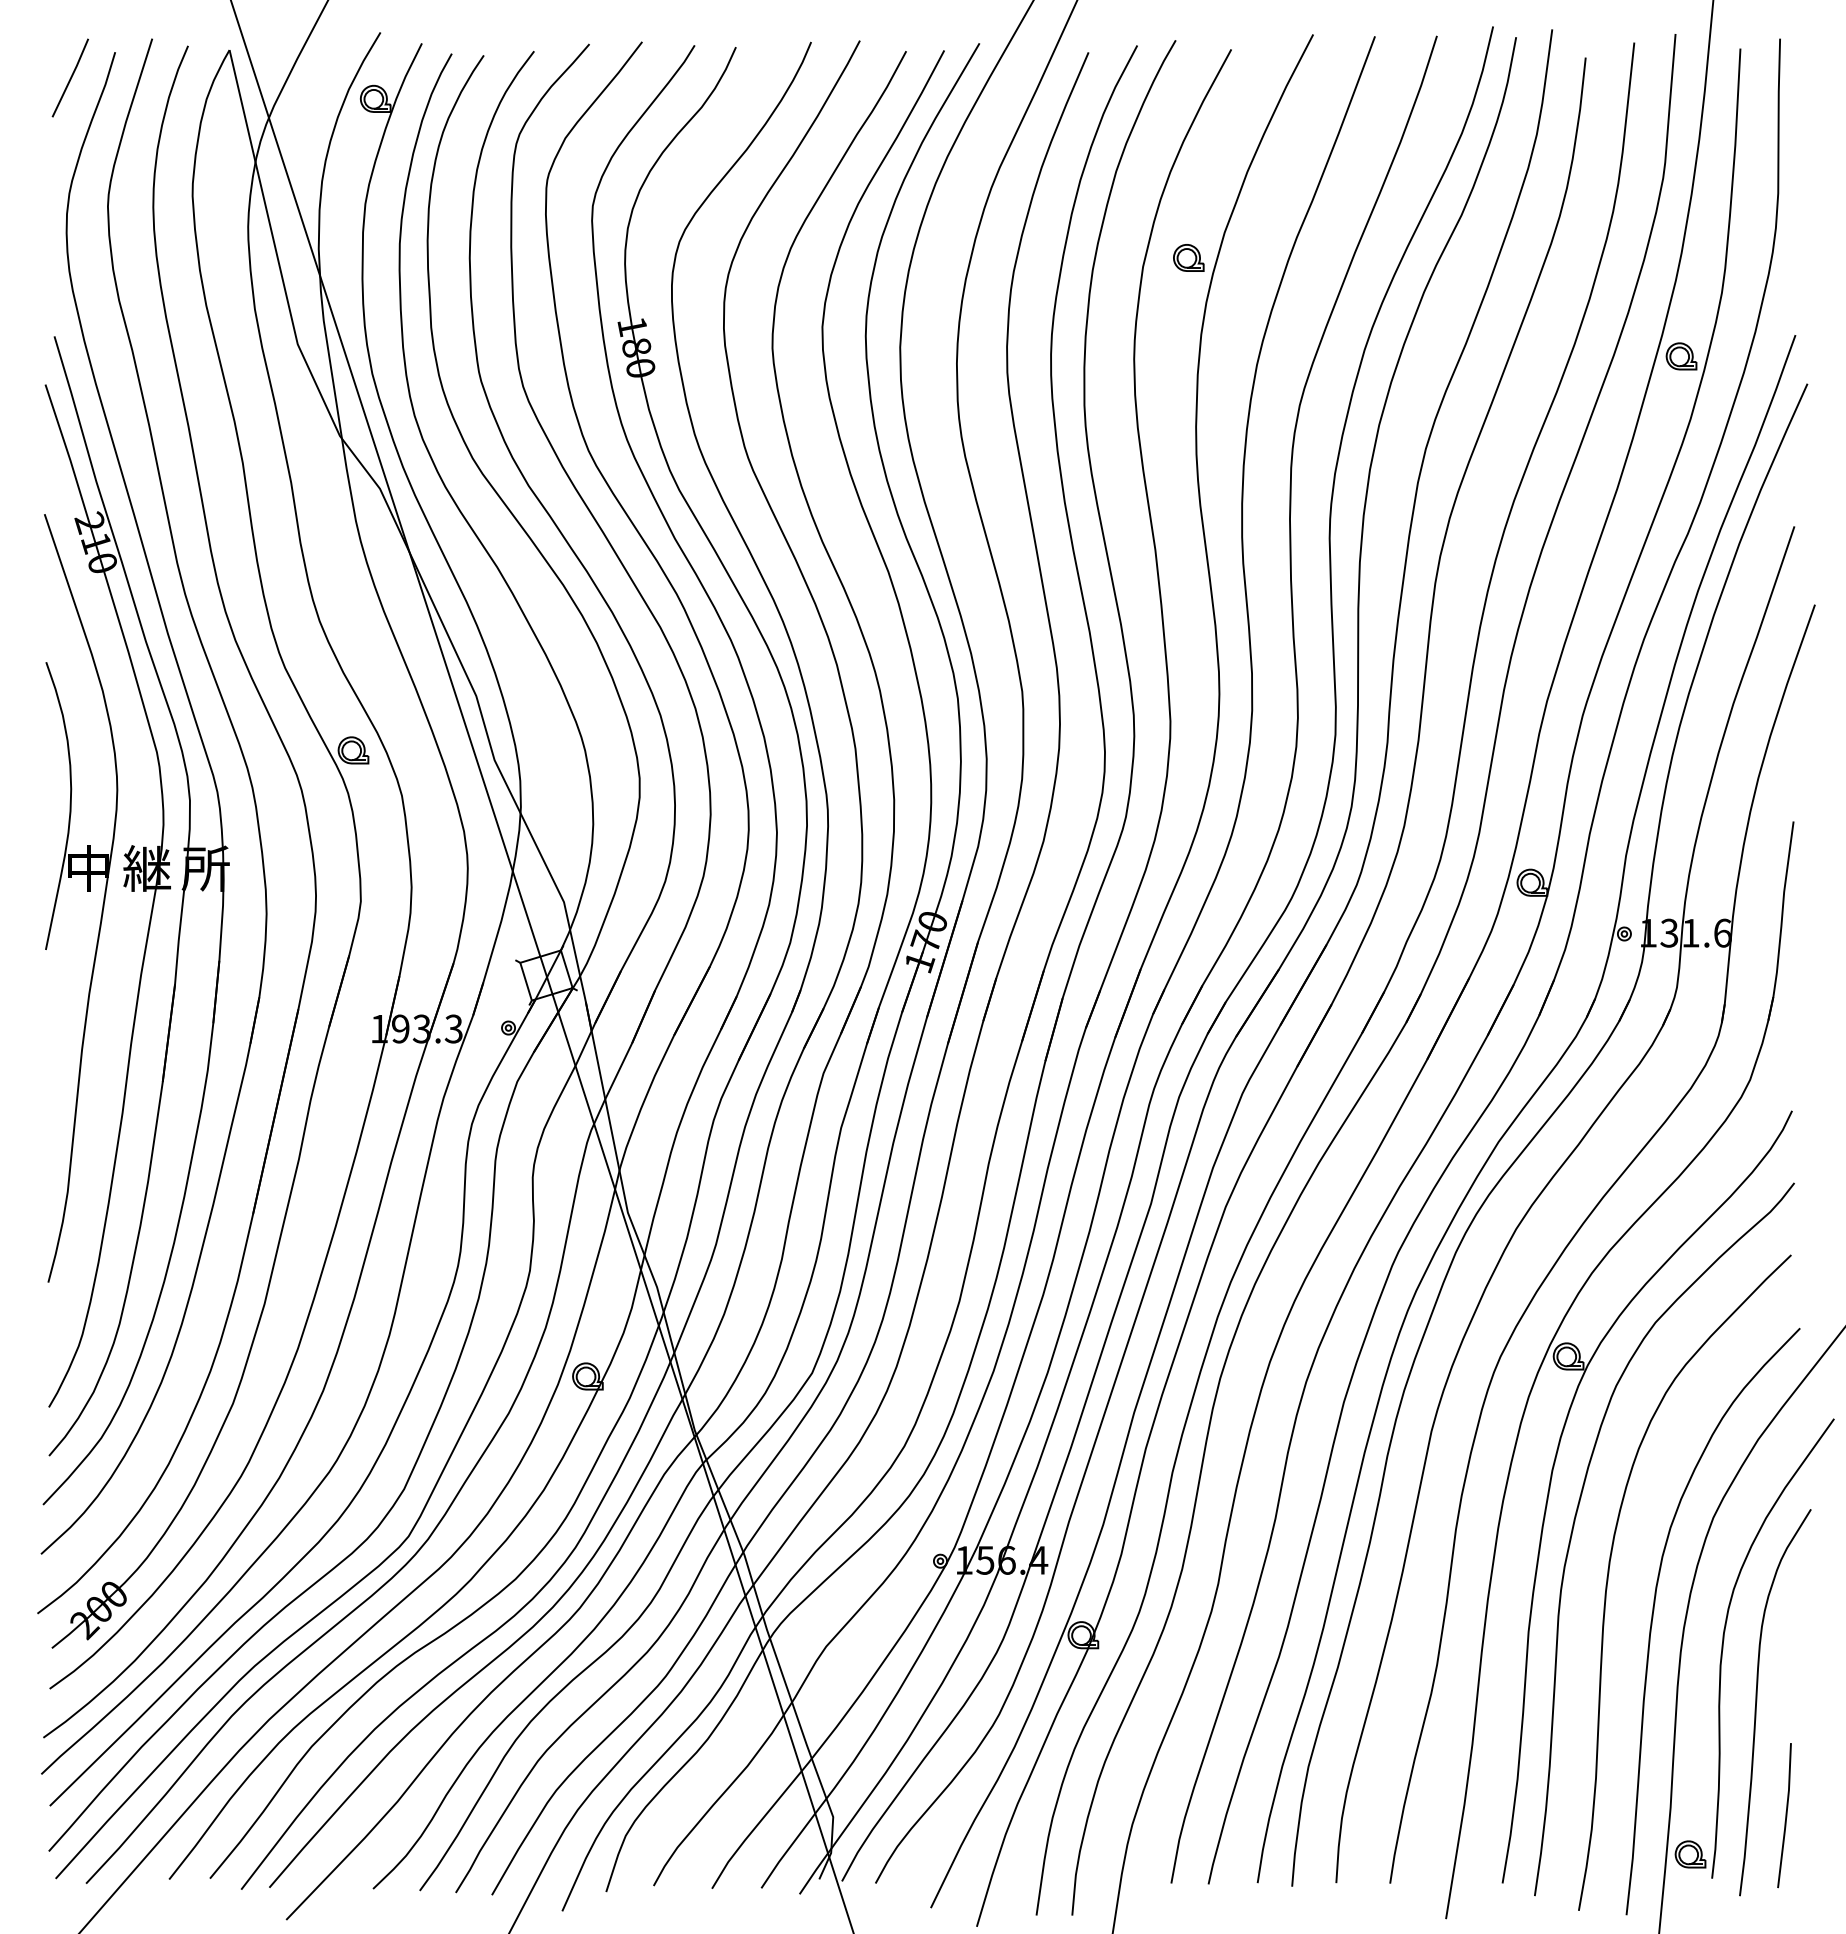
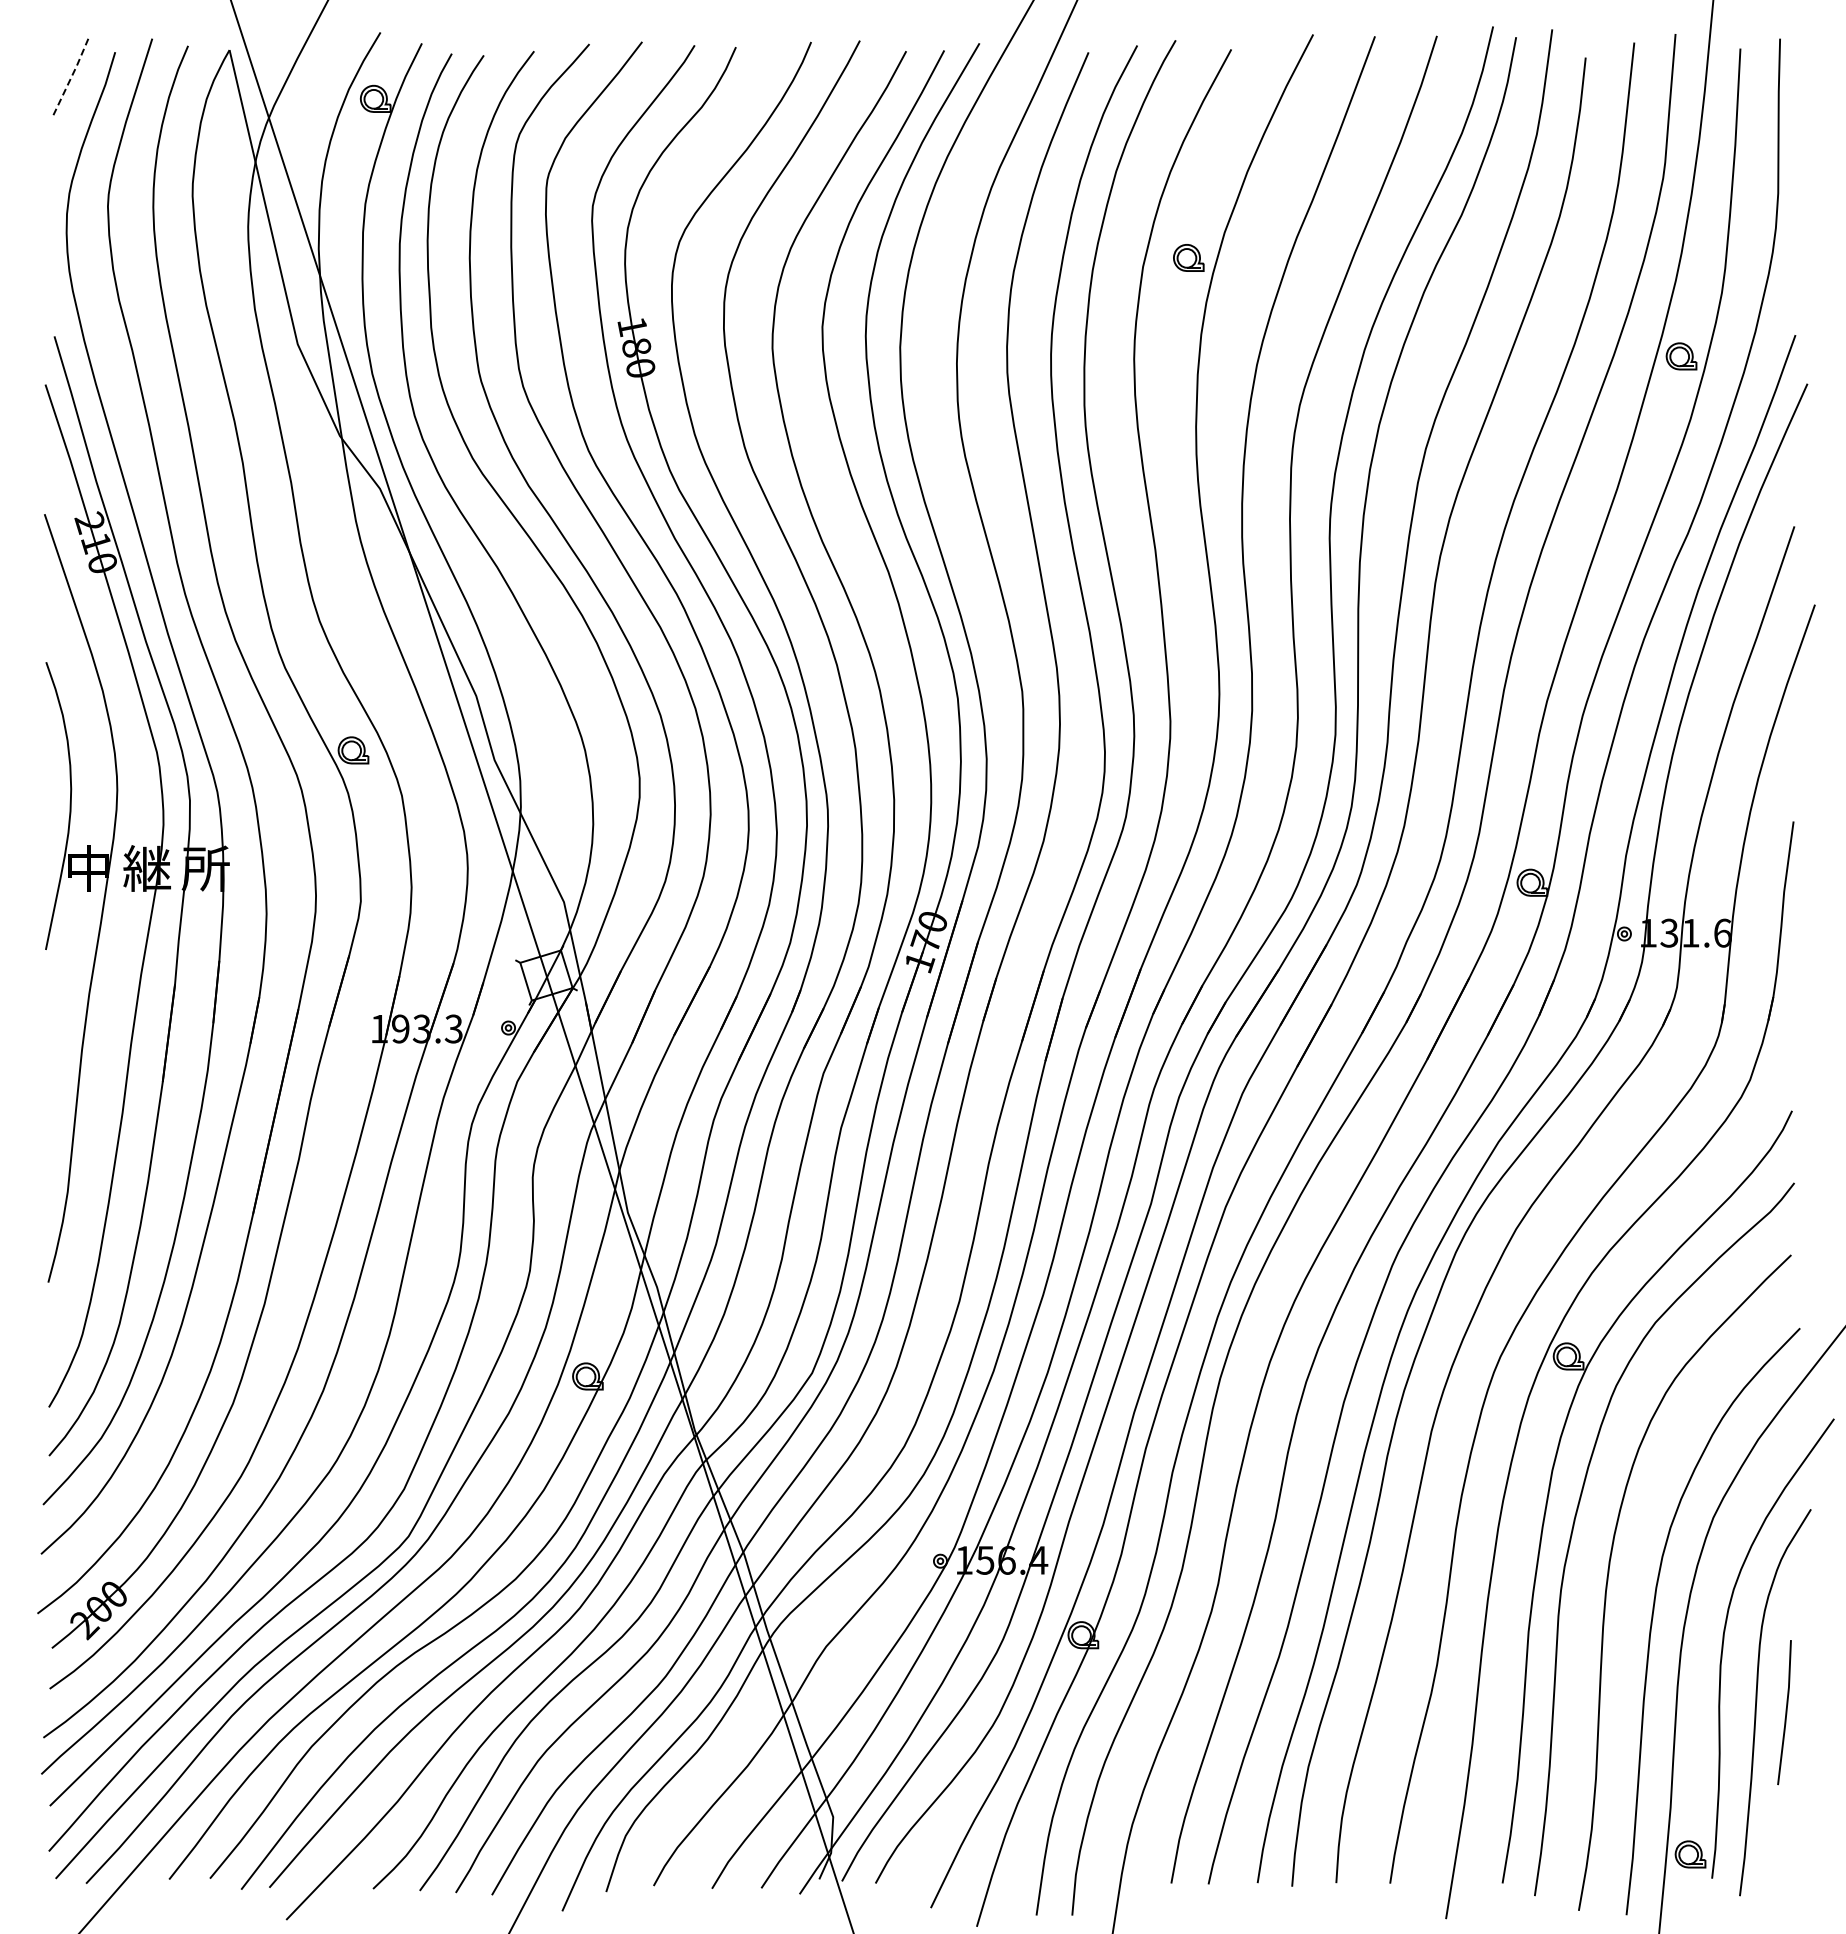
line at (71, 77): solid -> dashed
line at (1785, 1815) position: (1785, 1815) -> (1785, 1712)
